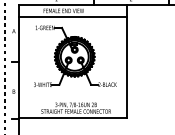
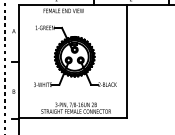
line at (73, 16): present -> none
